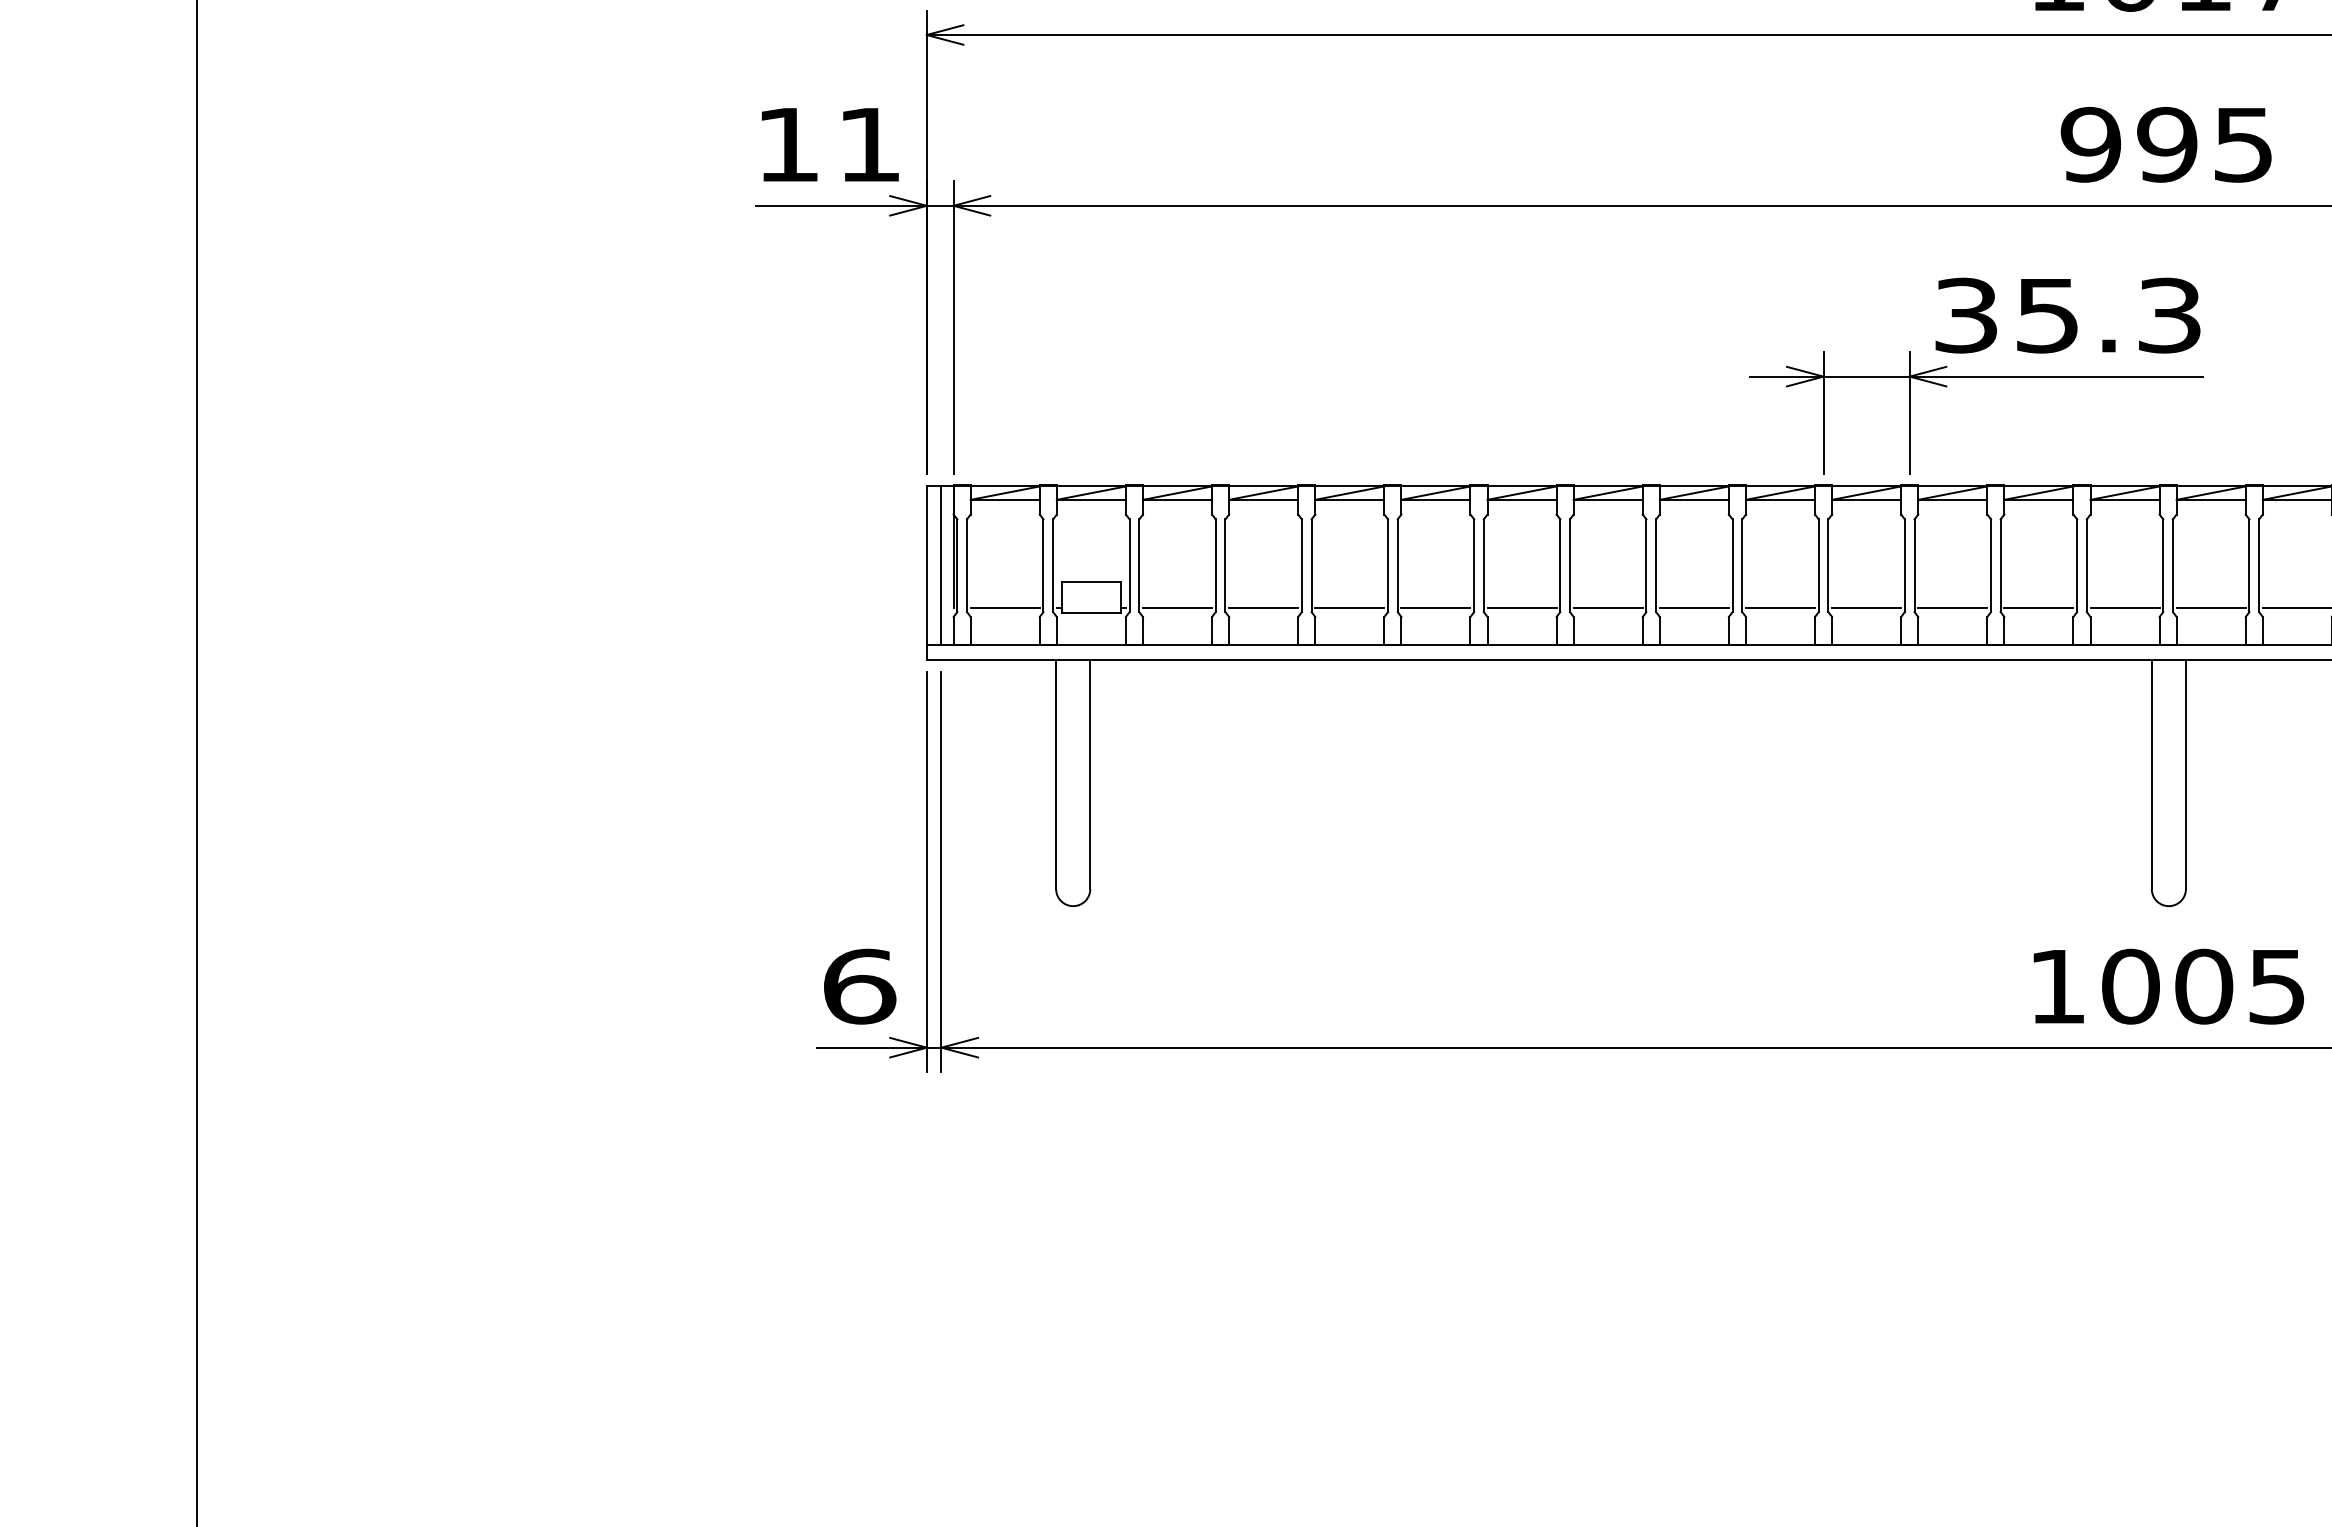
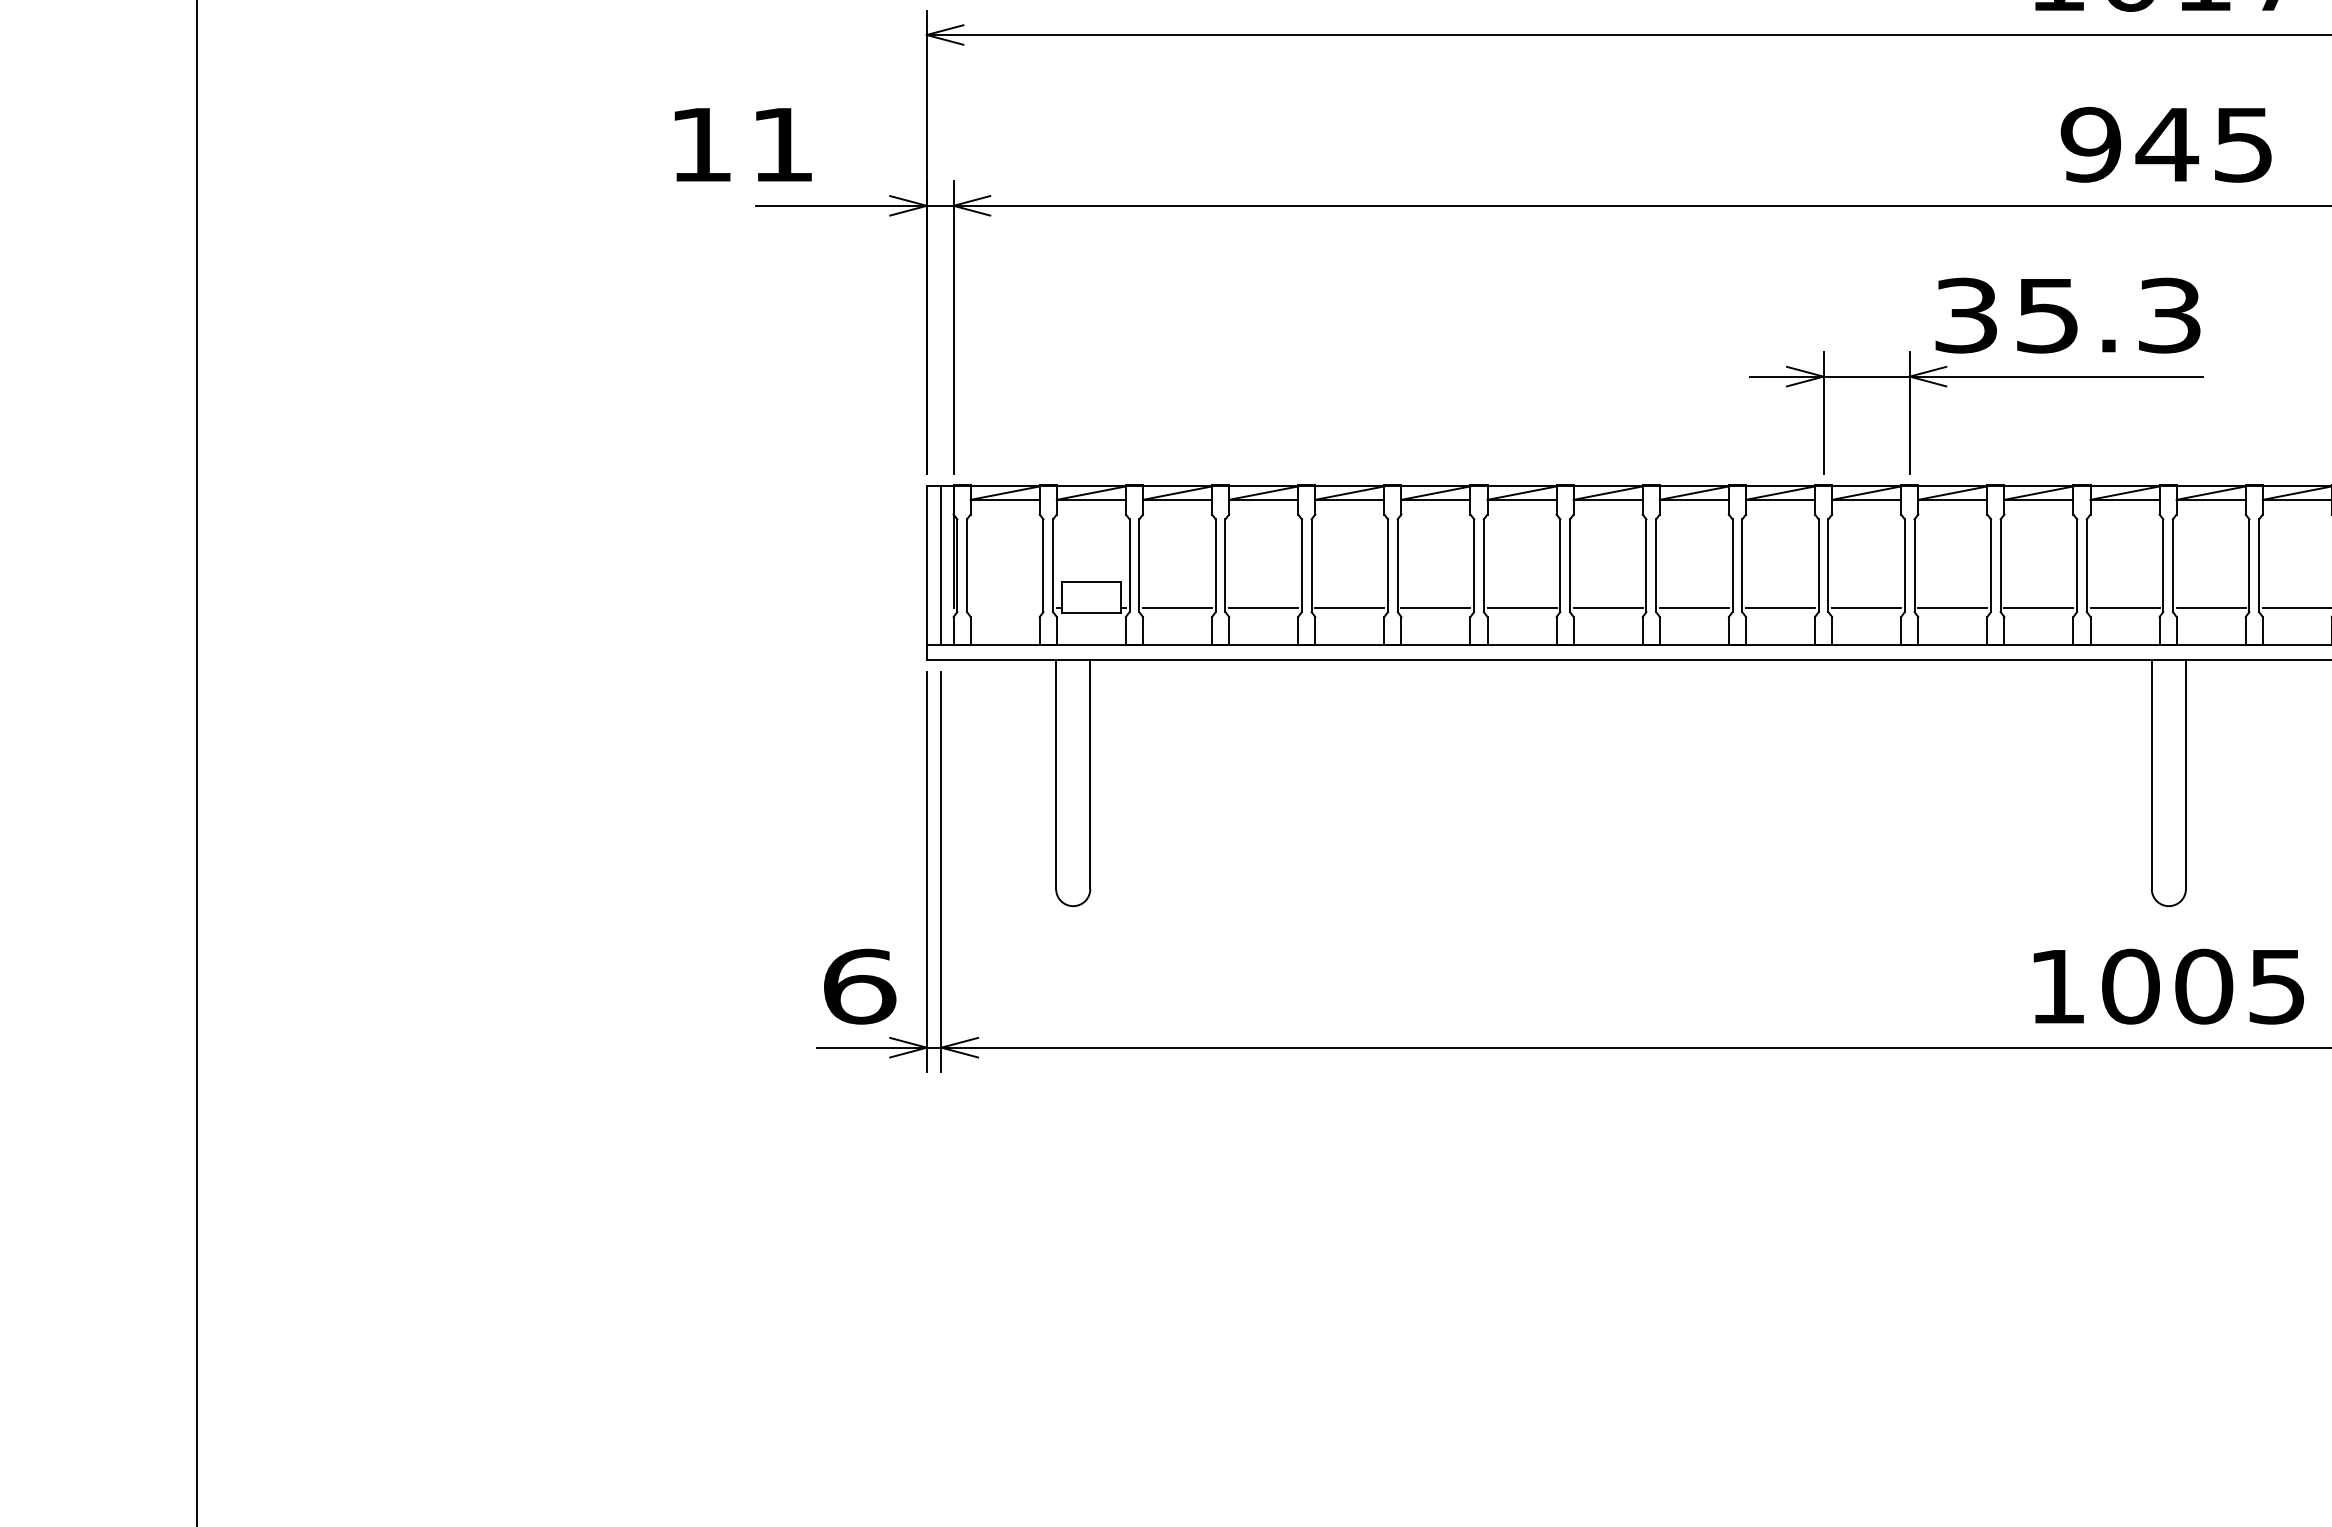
text at (829, 144) position: (829, 144) -> (742, 144)
text at (2167, 144): 995 -> 945
line at (1004, 608): present -> none
